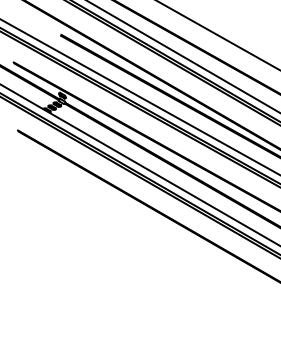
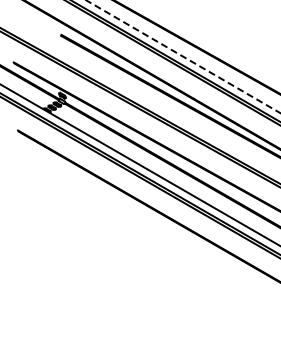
line at (218, 35): present -> none
line at (183, 56): solid -> dashed
line at (139, 96): present -> none
